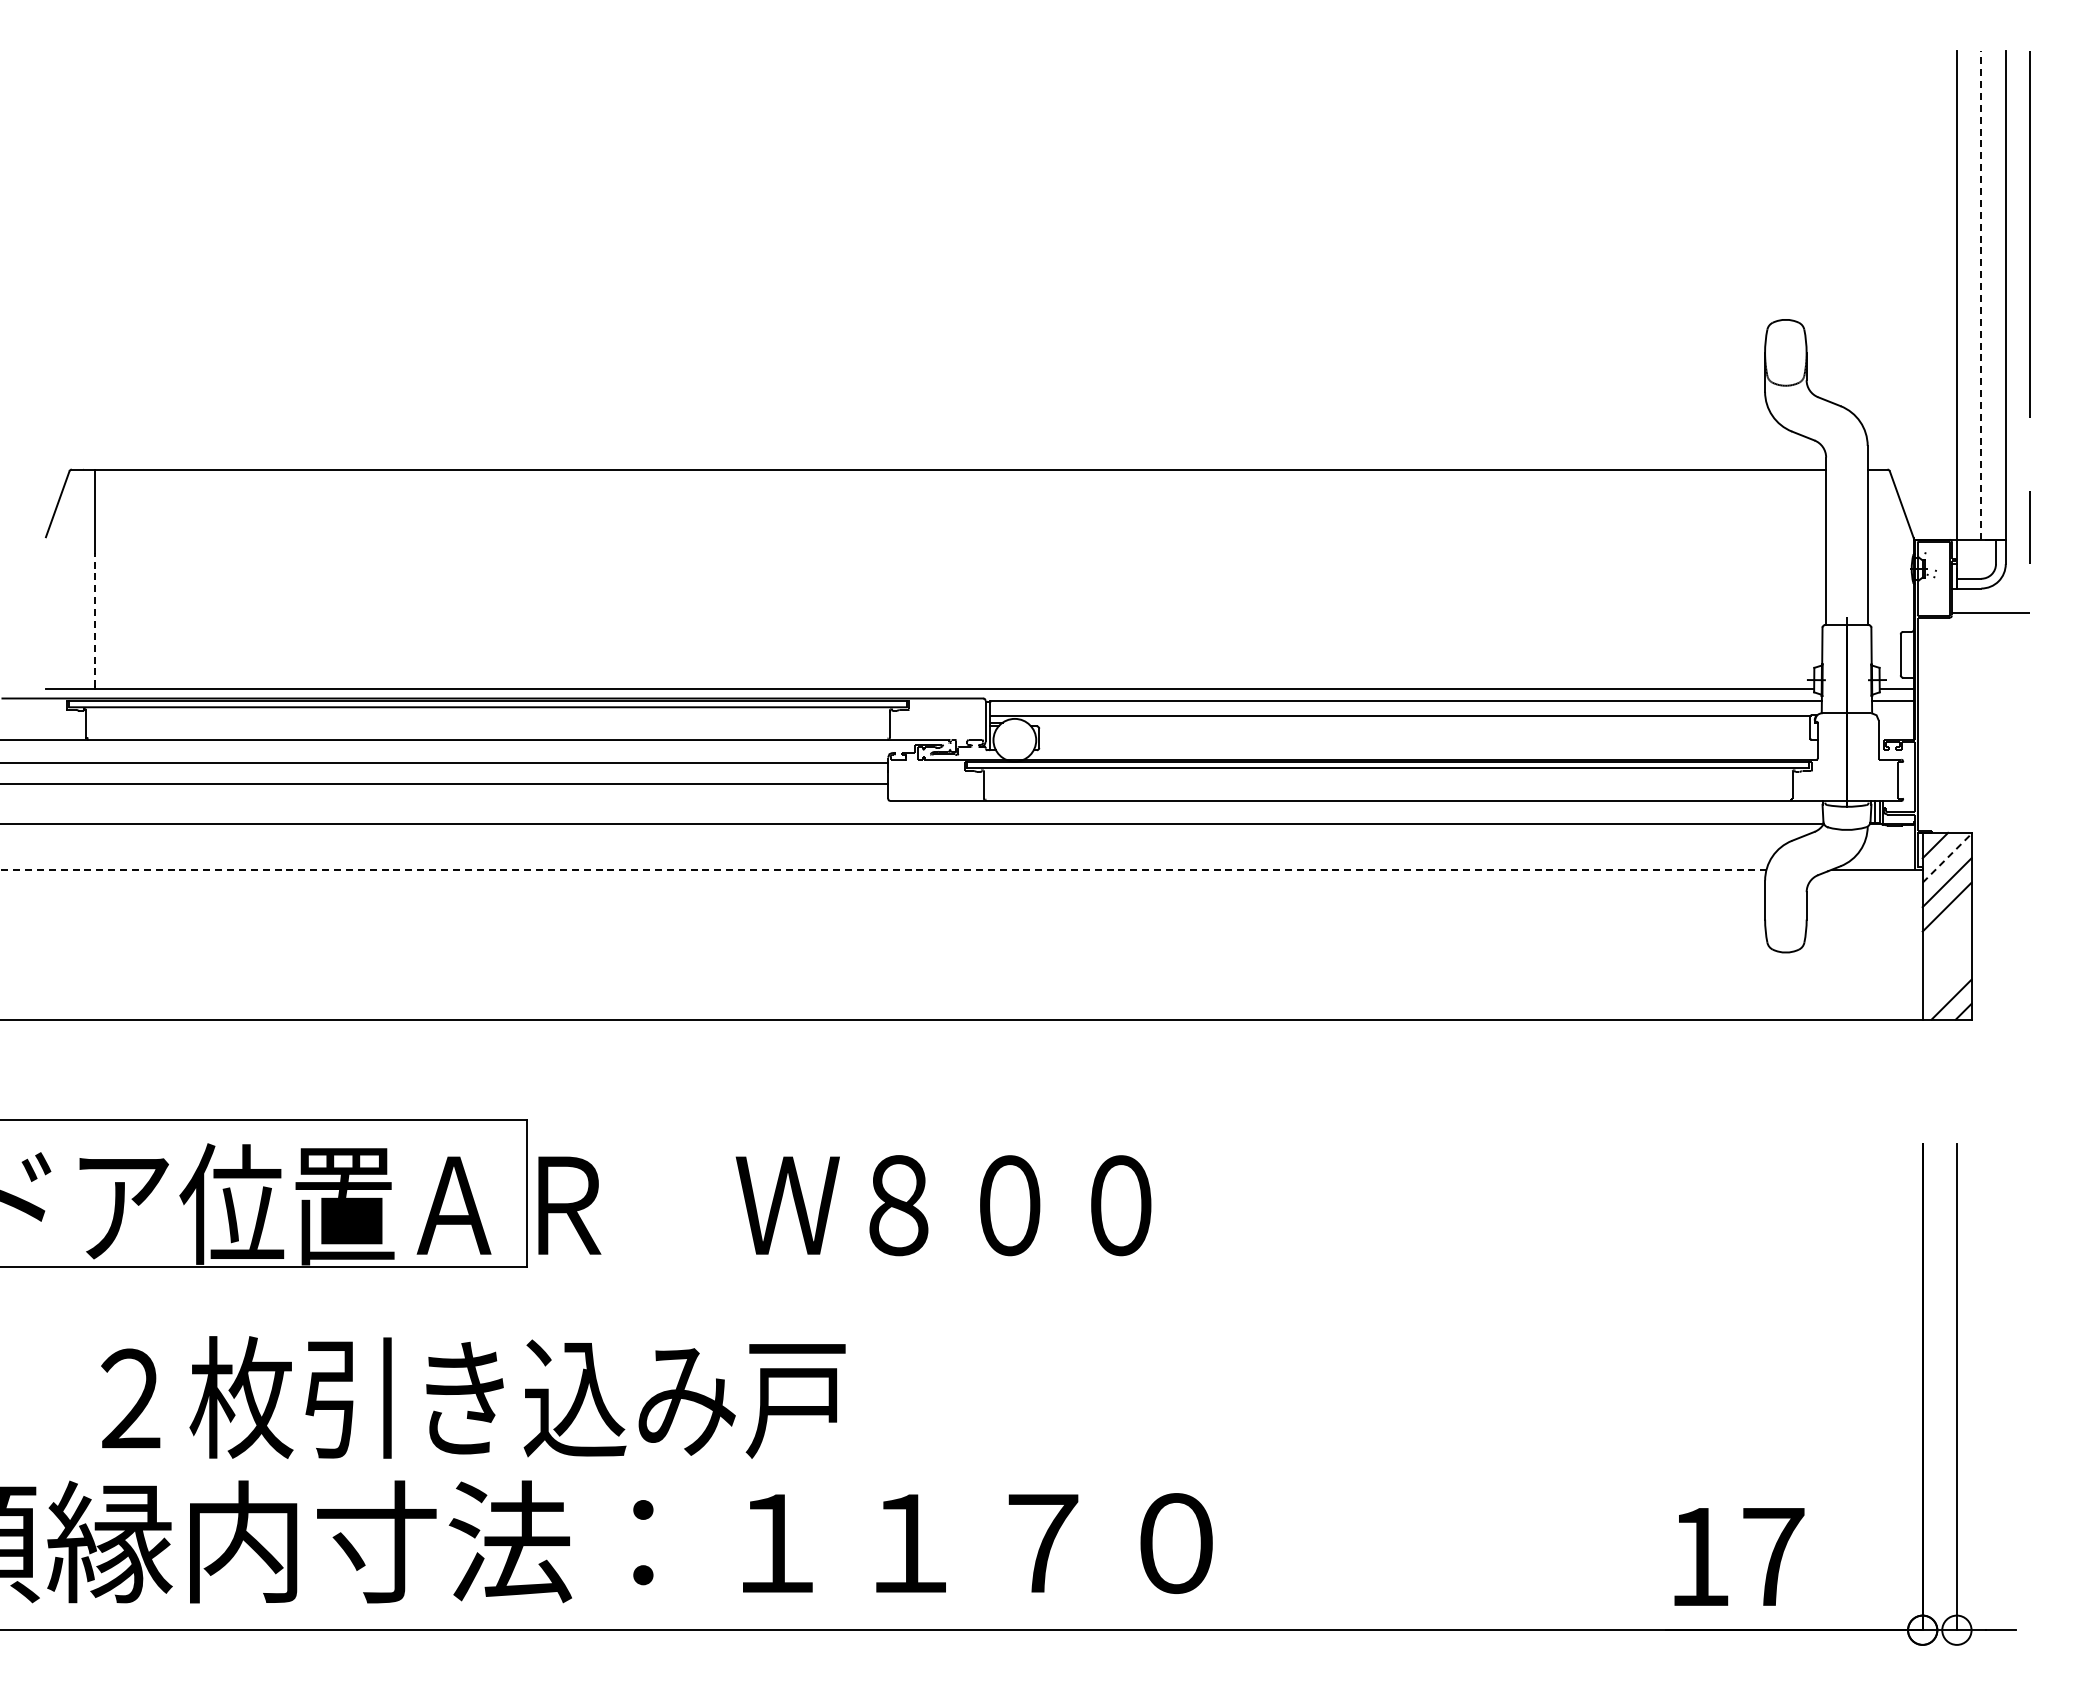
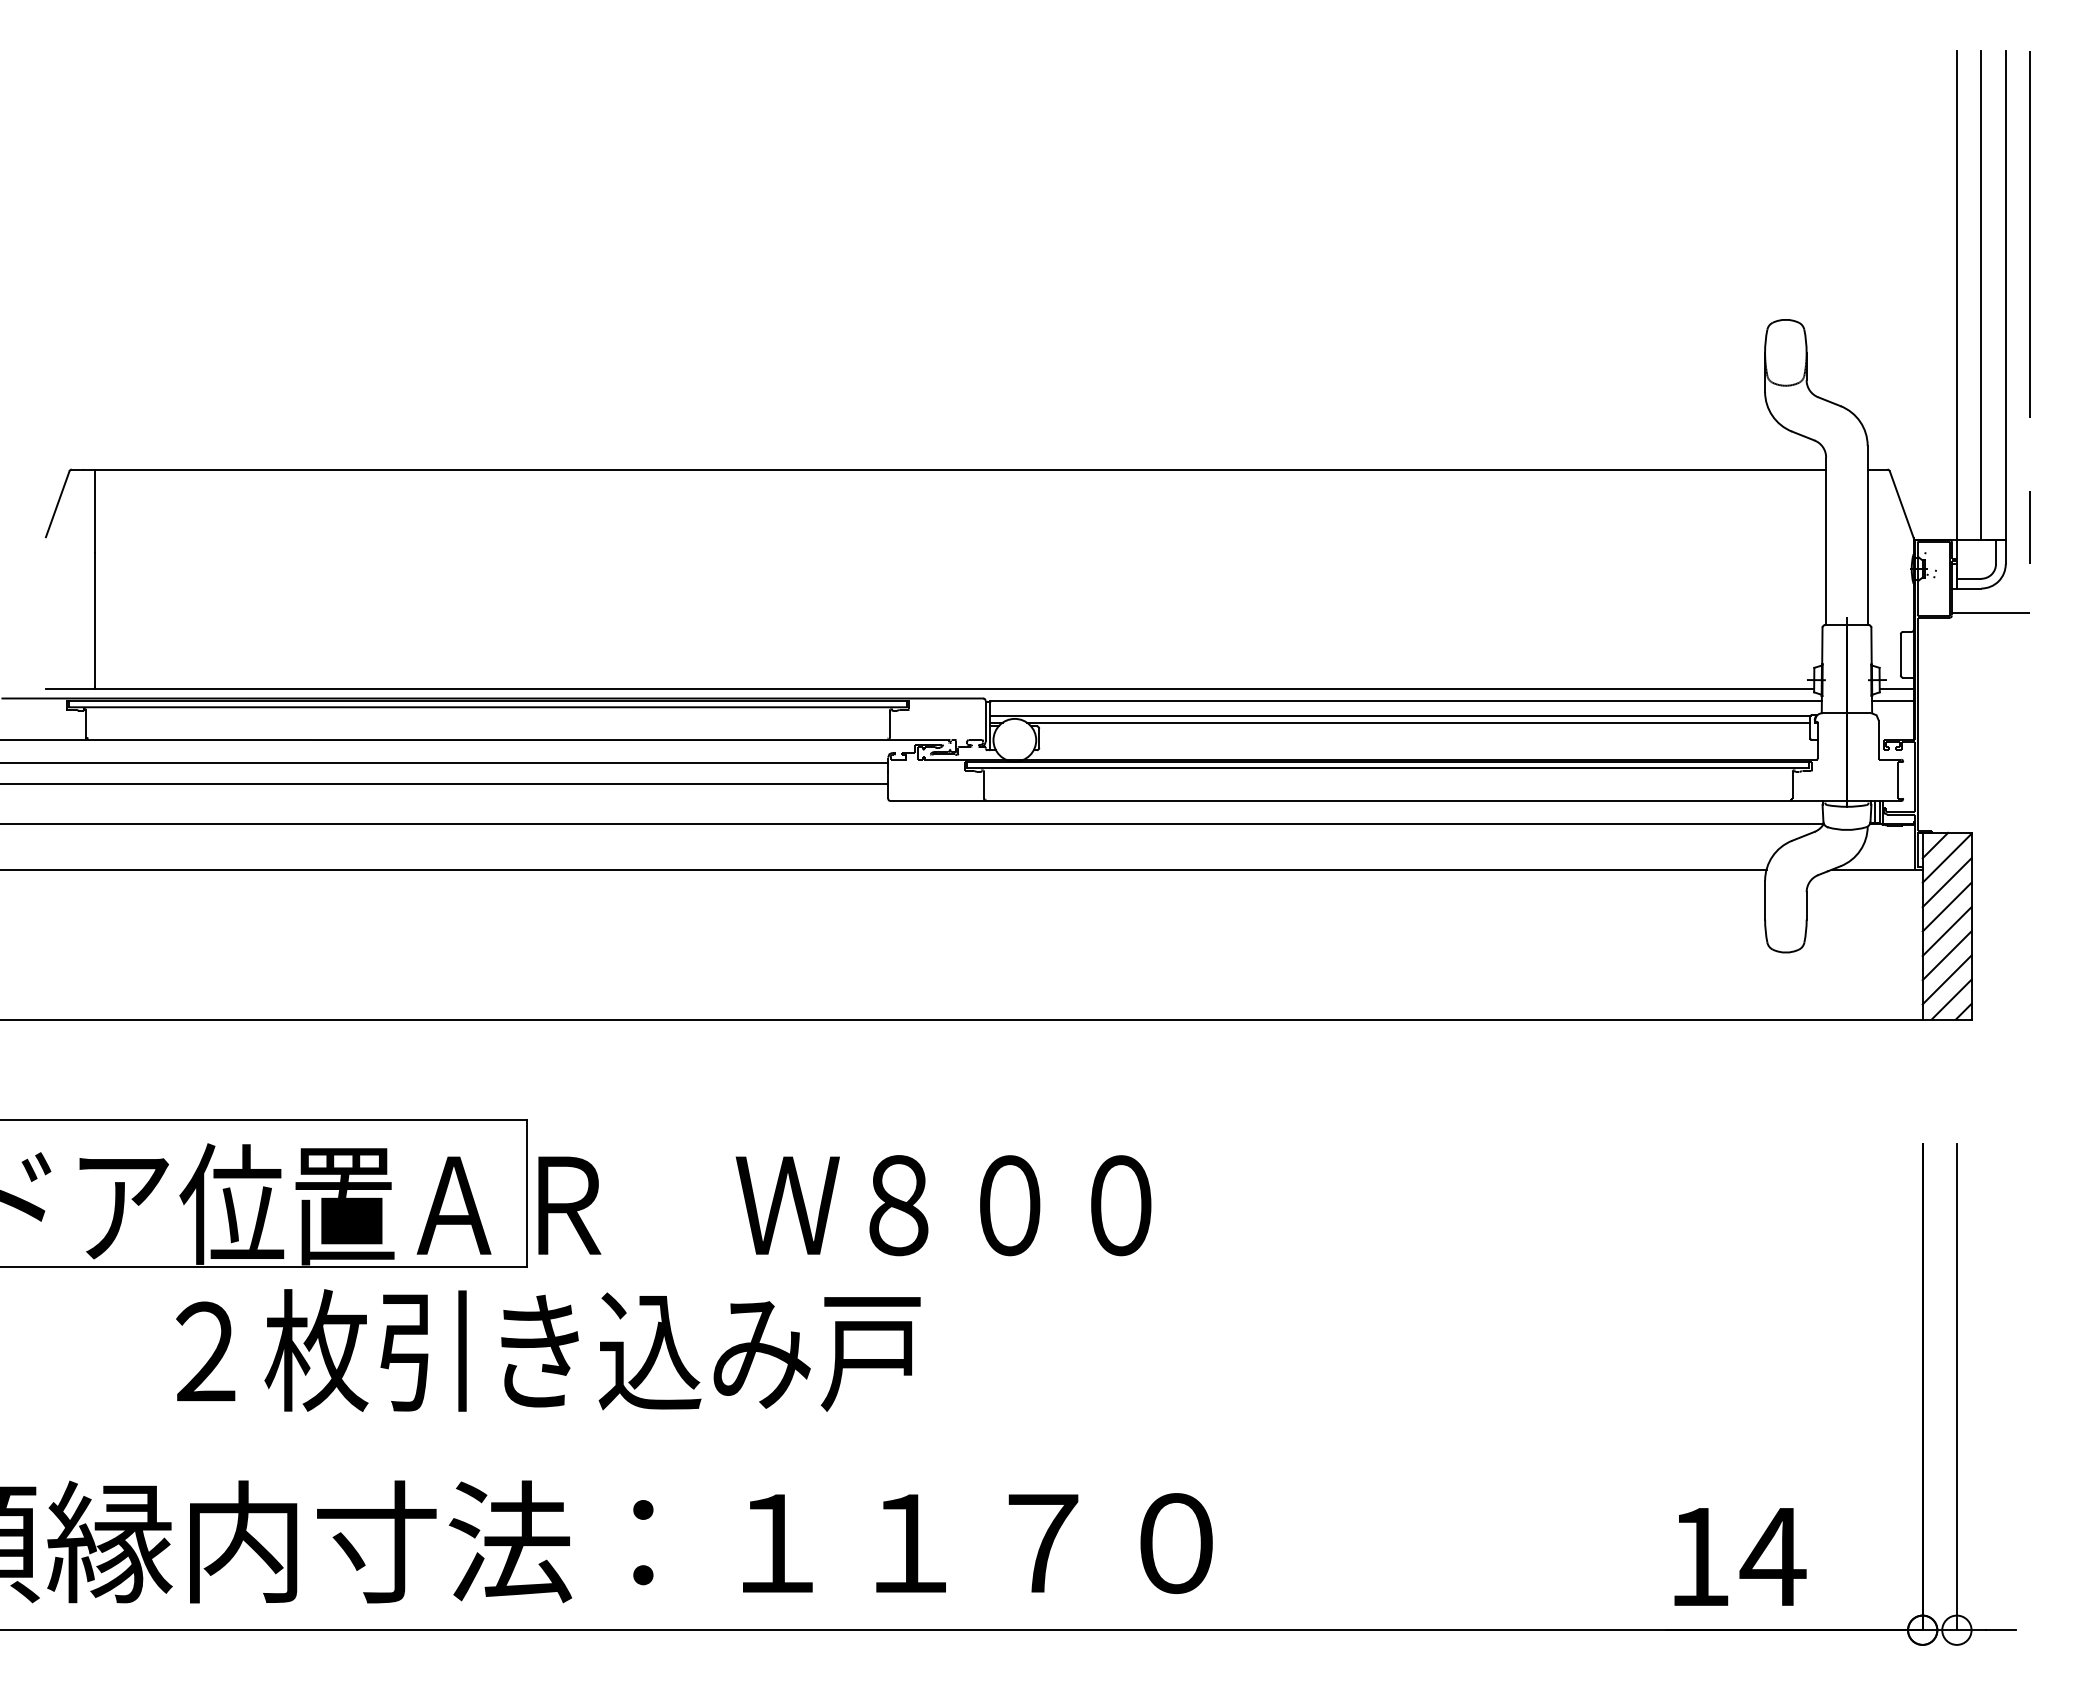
line at (1981, 294): dashed -> solid
line at (94, 619): dashed -> solid
line at (1418, 722): none -> present
line at (1947, 858): dashed -> solid
line at (883, 869): dashed -> solid
line at (1946, 931): none -> present
line at (1946, 955): none -> present
line at (1946, 979): none -> present
text at (473, 1397) position: (473, 1397) -> (548, 1350)
text at (1772, 1556): 17 -> 14
